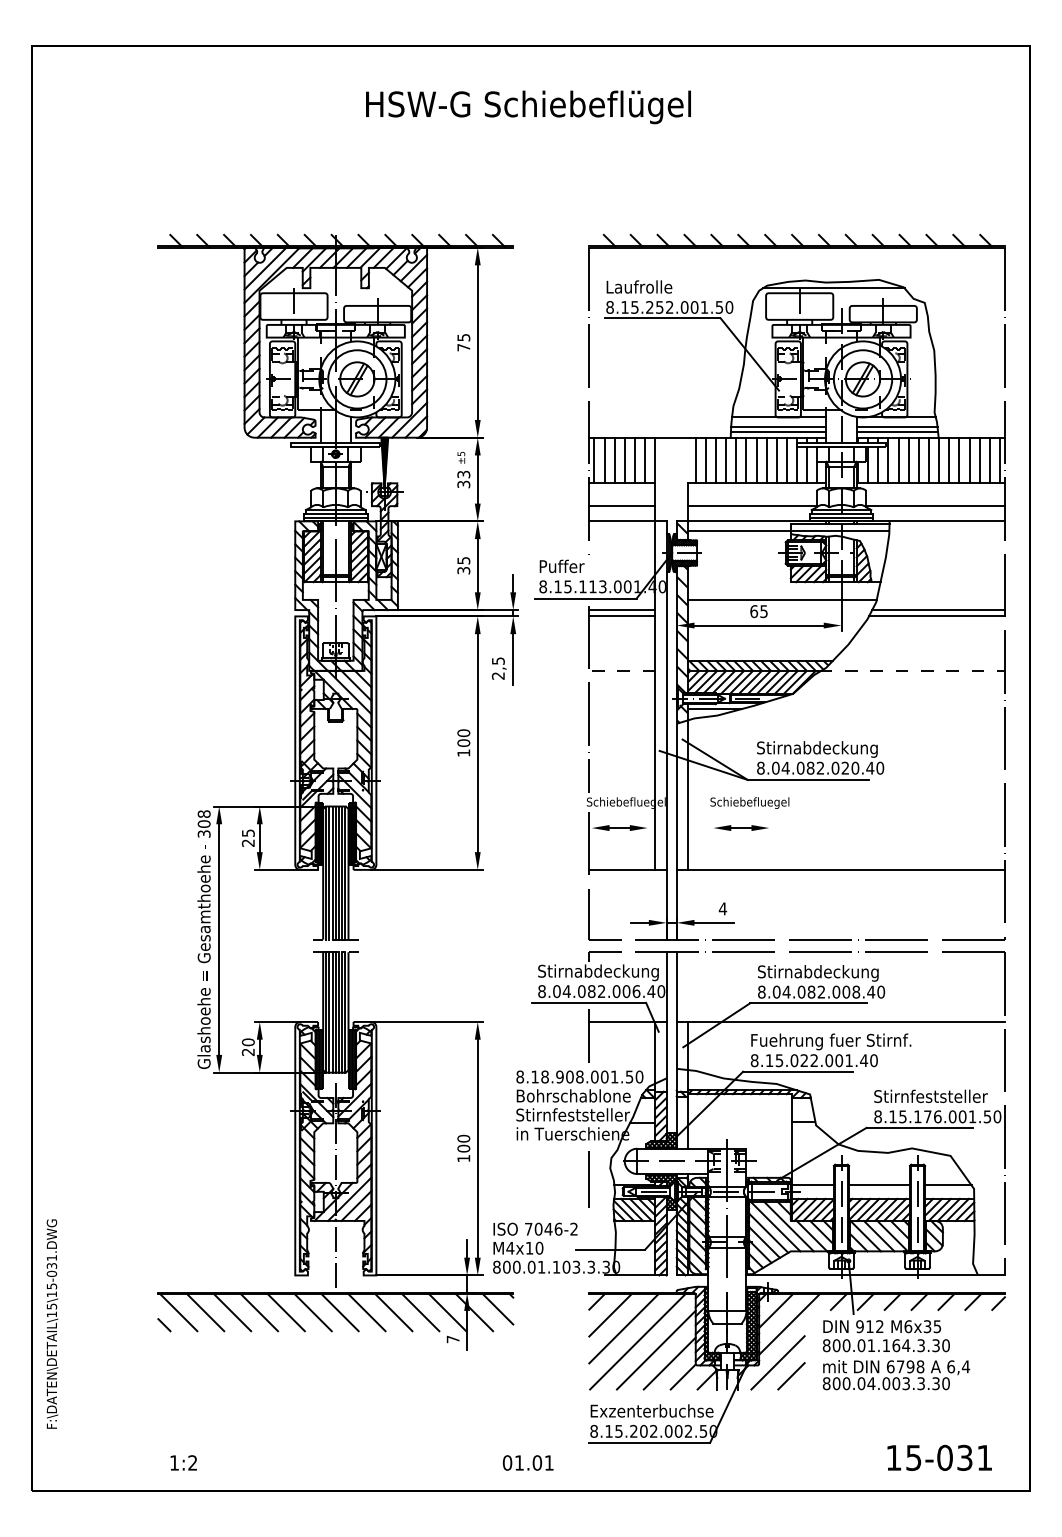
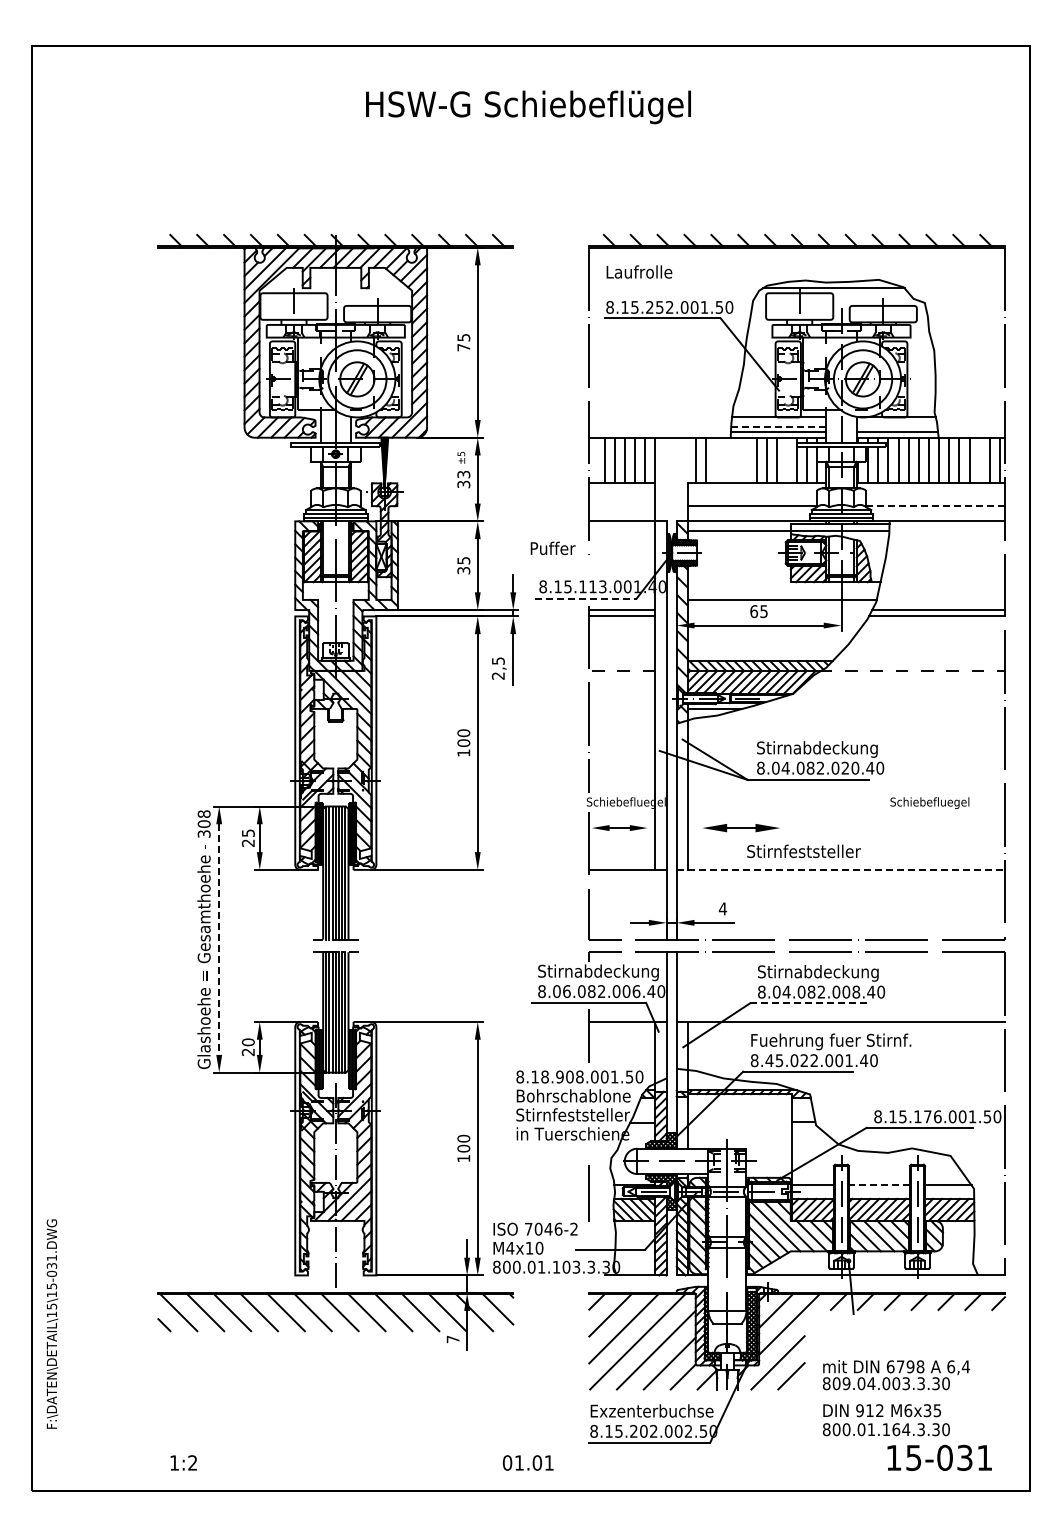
text at (639, 286) position: (639, 286) -> (639, 271)
line at (778, 427): solid -> dashed
line at (896, 427): present -> none
line at (594, 460): present -> none
line at (716, 460): present -> none
line at (726, 460): present -> none
line at (736, 460): present -> none
line at (746, 460): present -> none
line at (787, 460): present -> none
line at (979, 460): present -> none
line at (622, 506): present -> none
line at (935, 506): solid -> dashed
text at (561, 566) position: (561, 566) -> (552, 548)
line at (586, 598): solid -> dashed
text at (749, 802) position: (749, 802) -> (929, 802)
part at (741, 827) size: 55x6 px -> 77x9 px
line at (841, 869): solid -> dashed
line at (219, 940): solid -> dashed
text at (566, 991): 8.04.082.006.40 -> 8.06.082.006.40
line at (808, 1003): solid -> dashed
text at (769, 1060): 8.15.022.001.40 -> 8.45.022.001.40
text at (930, 1095) position: (930, 1095) -> (803, 850)
line at (588, 1179) position: (588, 1179) -> (588, 1193)
line at (879, 1185): solid -> dashed
text at (885, 1336) position: (885, 1336) -> (885, 1420)
text at (846, 1383): 800.04.003.3.30 -> 809.04.003.3.30
